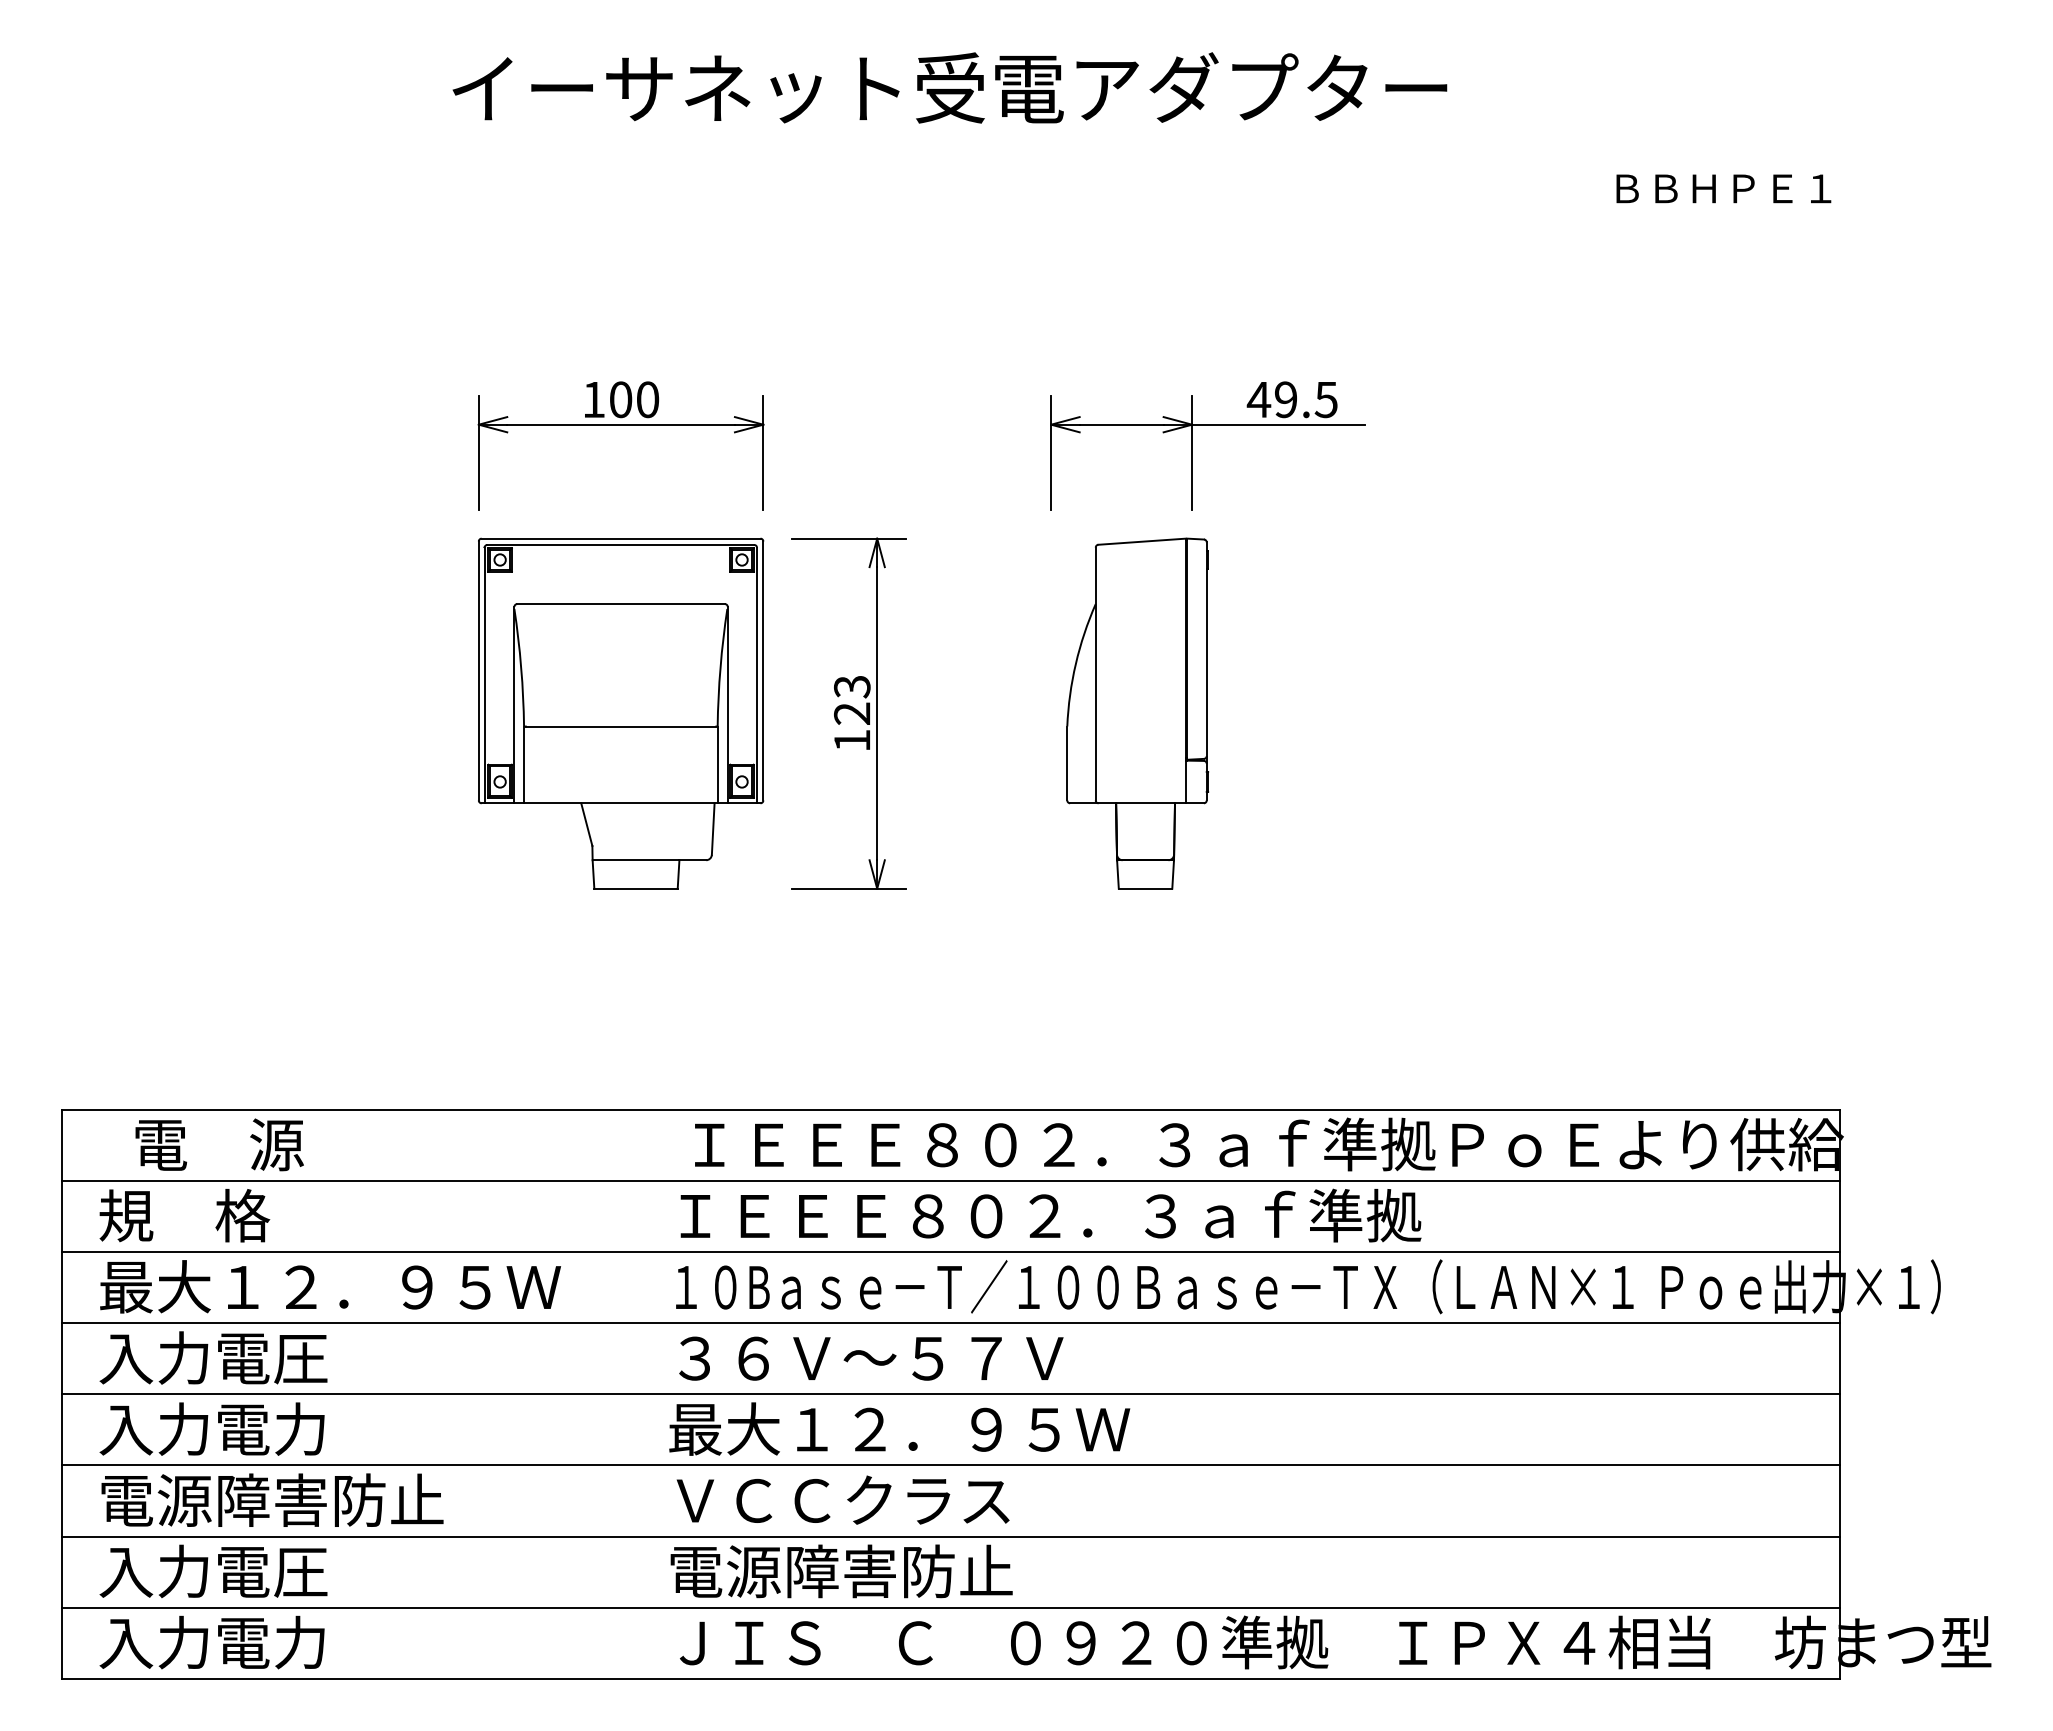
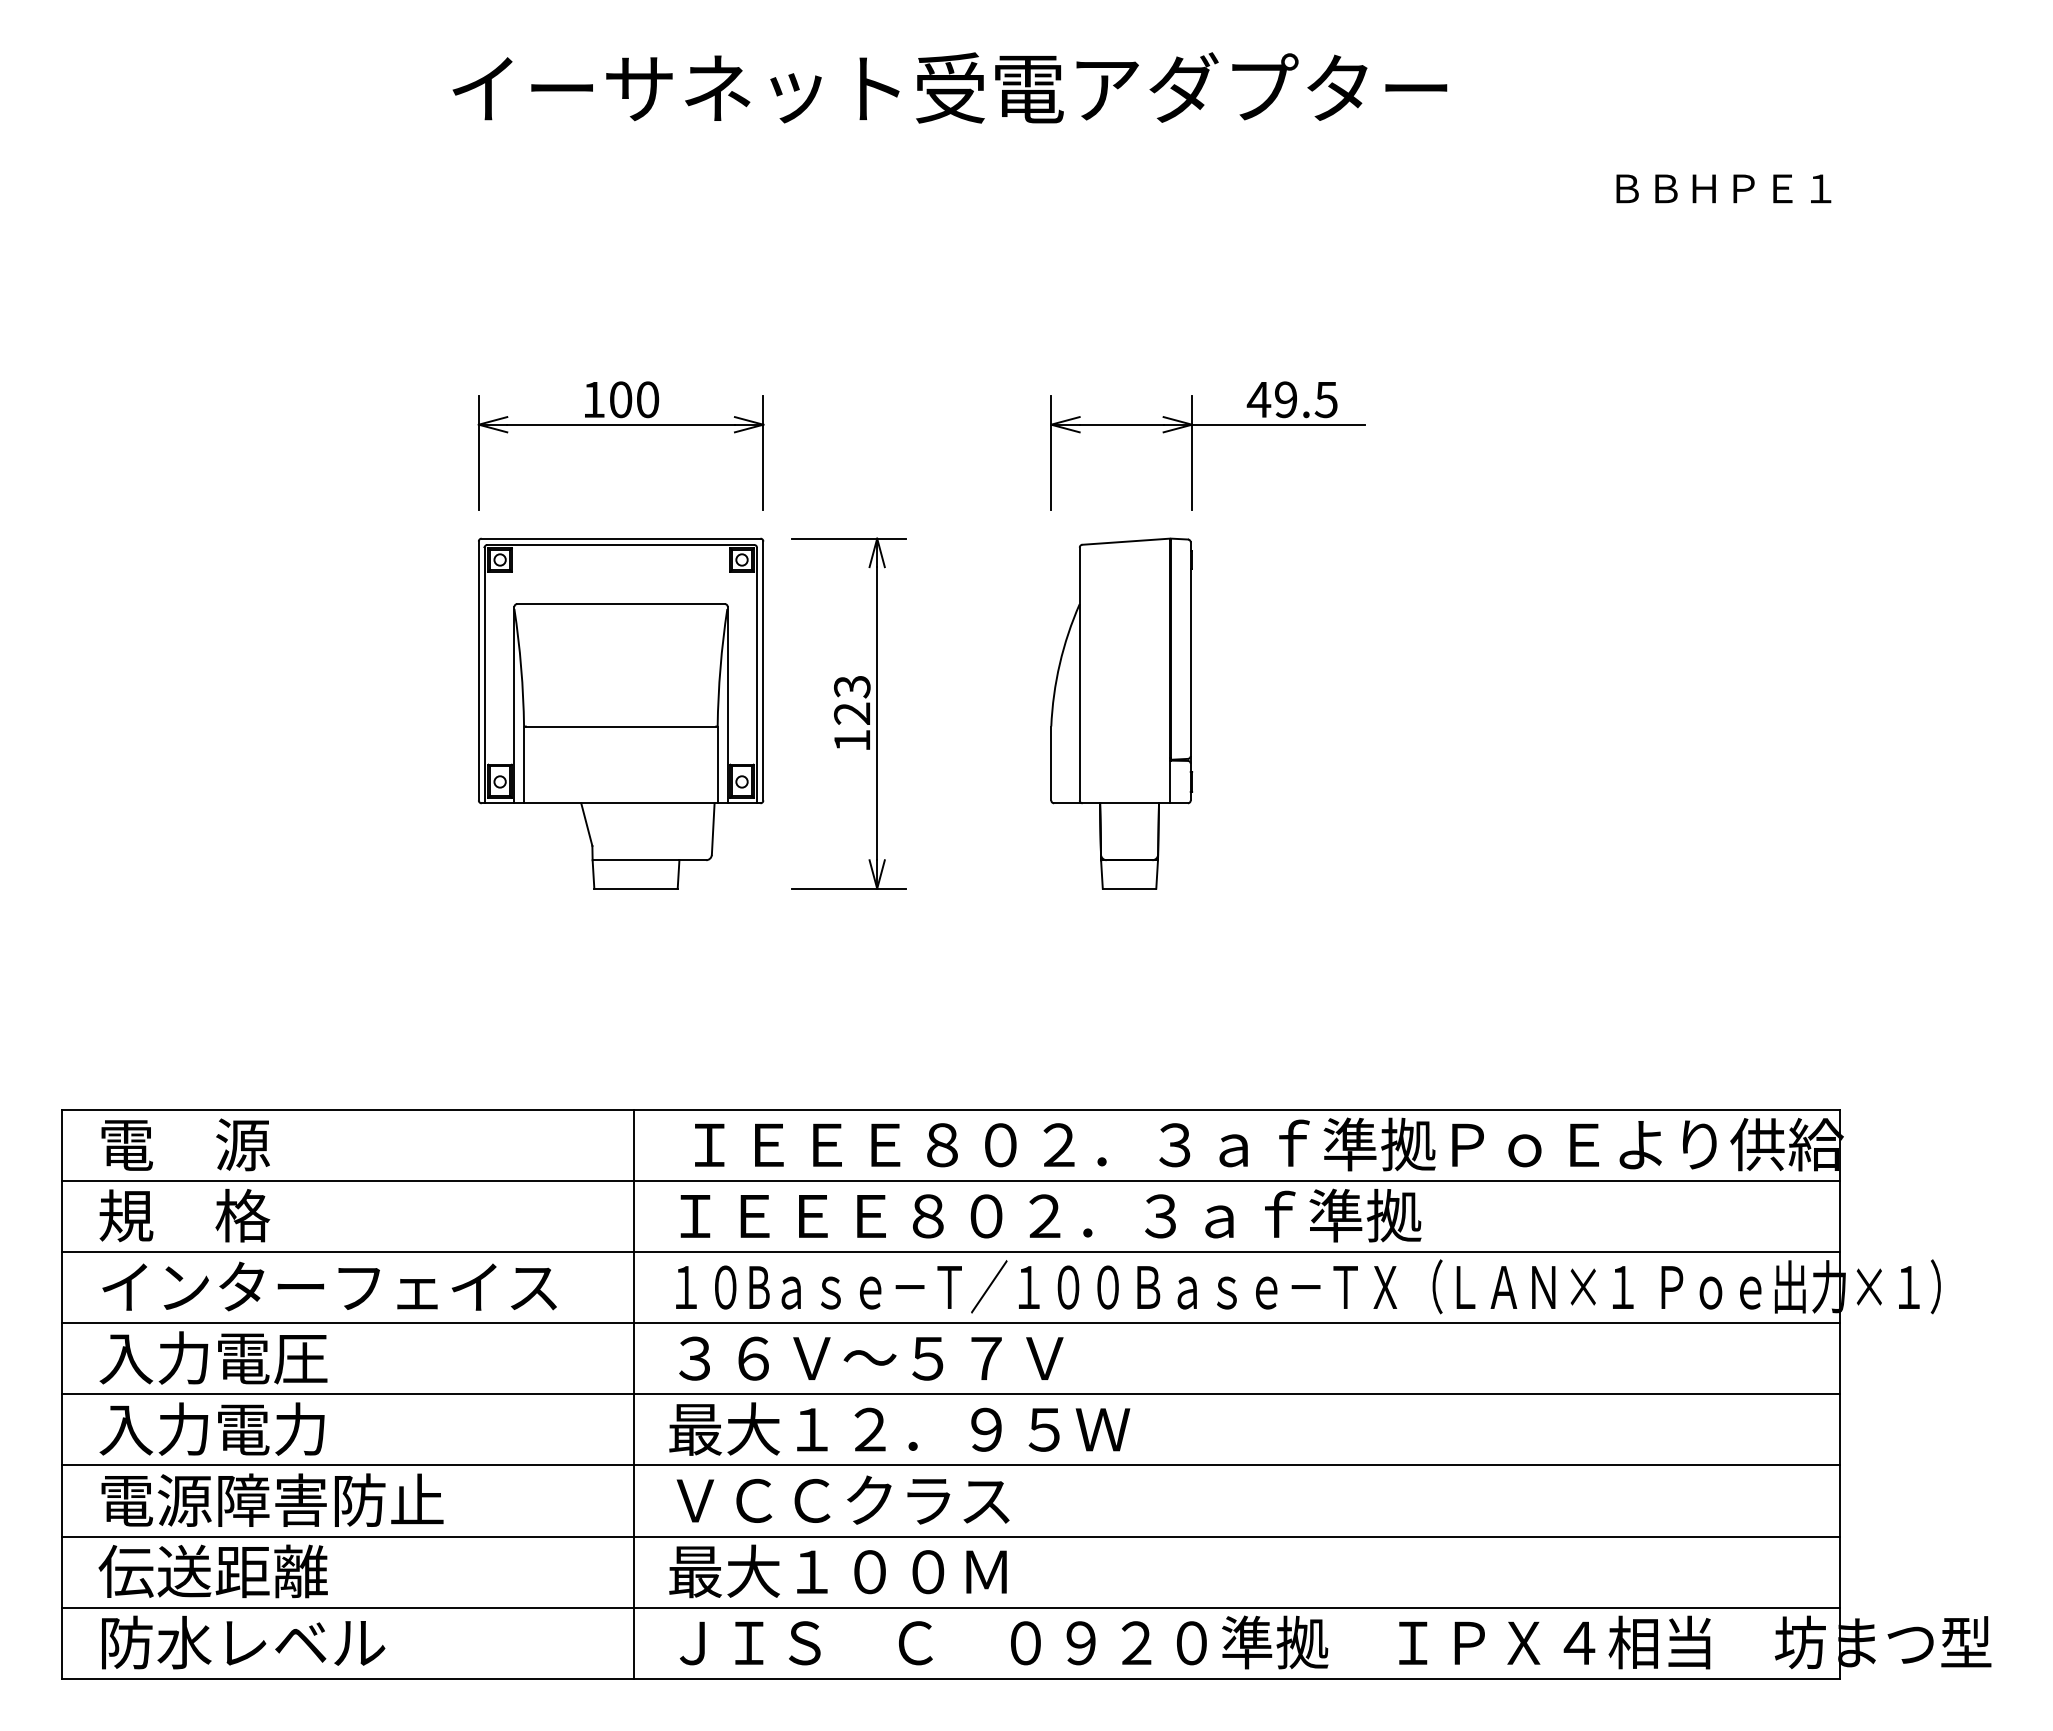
part at (1137, 713) position: (1137, 713) -> (1121, 713)
text at (219, 1144) position: (219, 1144) -> (185, 1144)
text at (330, 1286): 最大１２．９５Ｗ -> インターフェイス
line at (633, 1393): none -> present
text at (212, 1571): 入力電圧 -> 伝送距離
text at (840, 1571): 電源障害防止 -> 最大１００Ｍ
text at (242, 1642): 入力電力 -> 防水レベル
